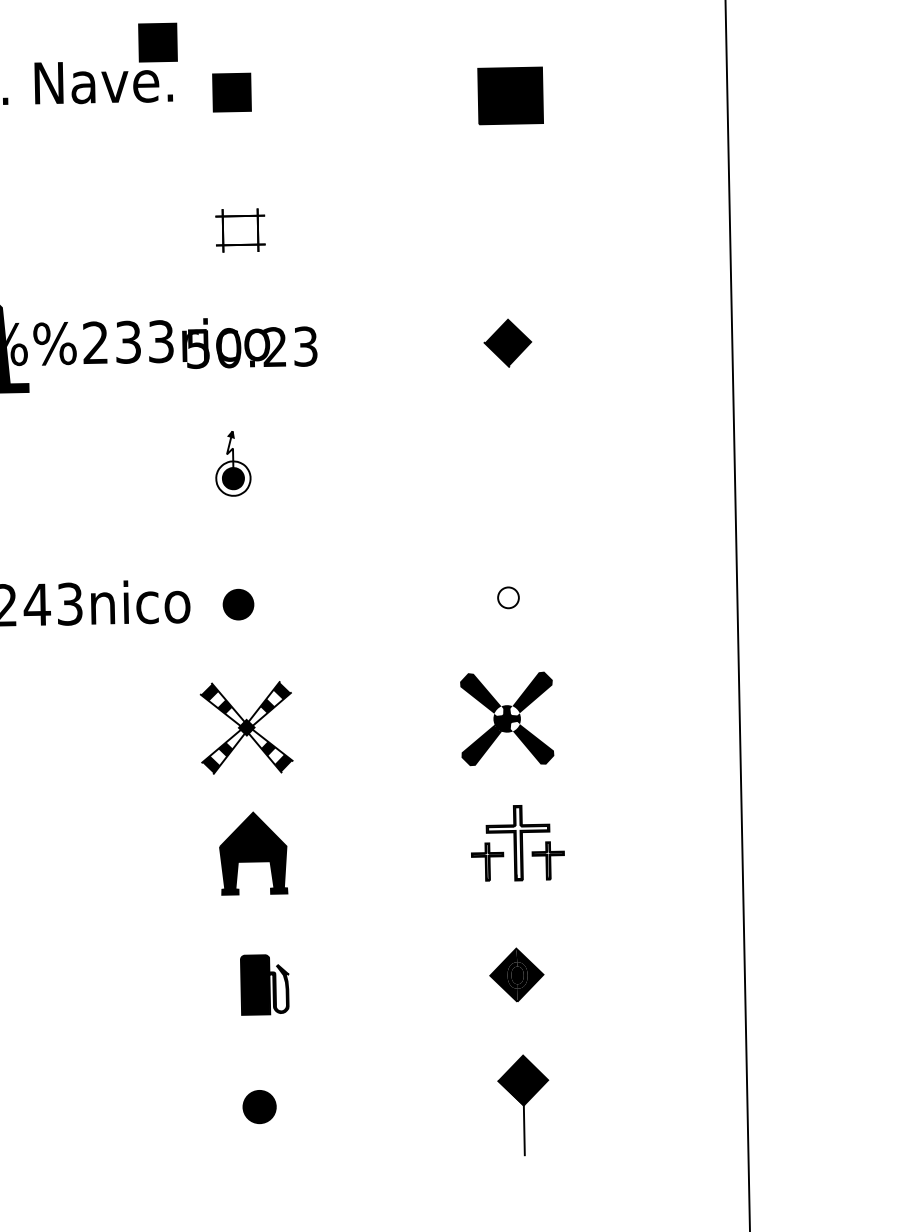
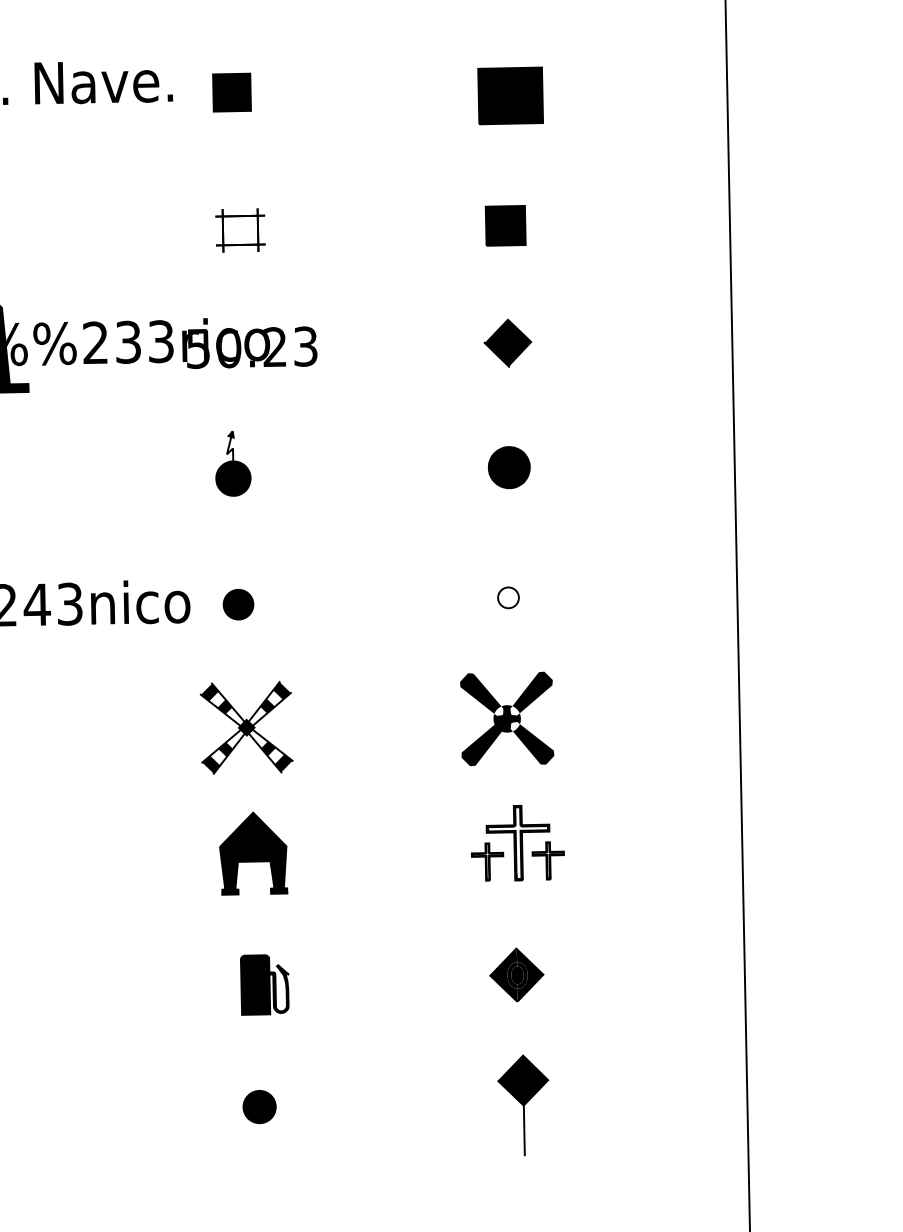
part at (157, 42): present -> none
part at (505, 225): none -> present
fill at (508, 467): none -> present
fill at (233, 478): none -> present
